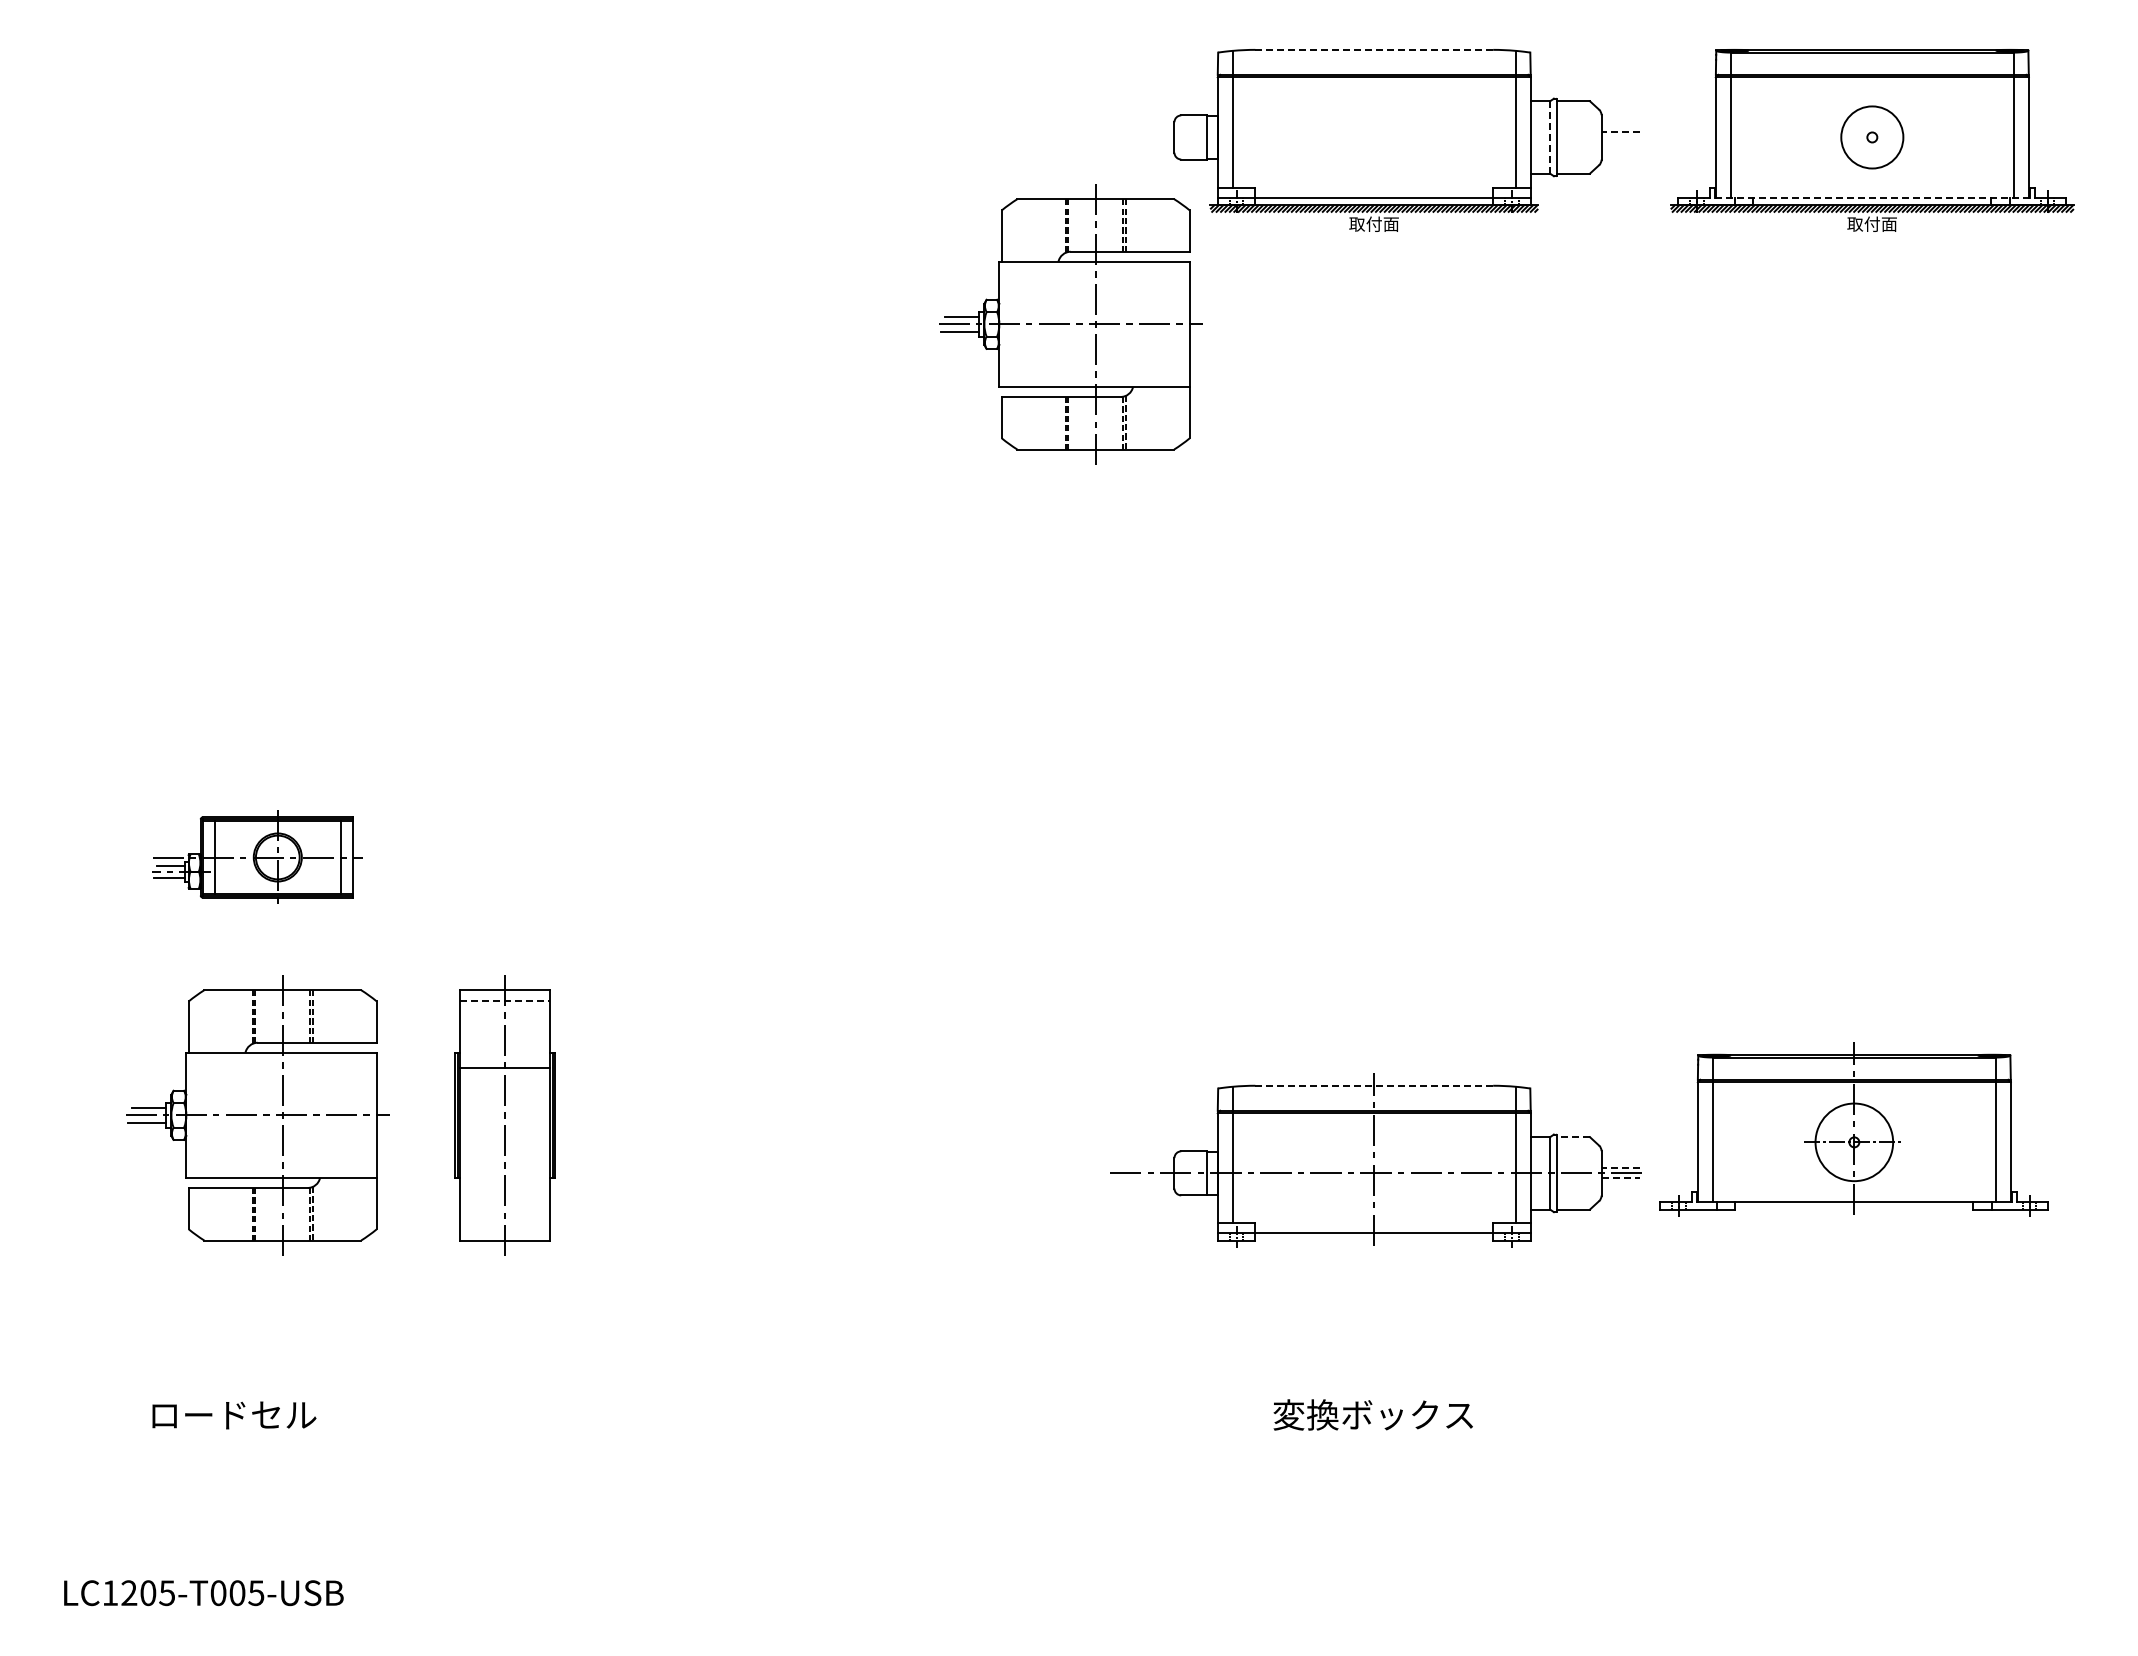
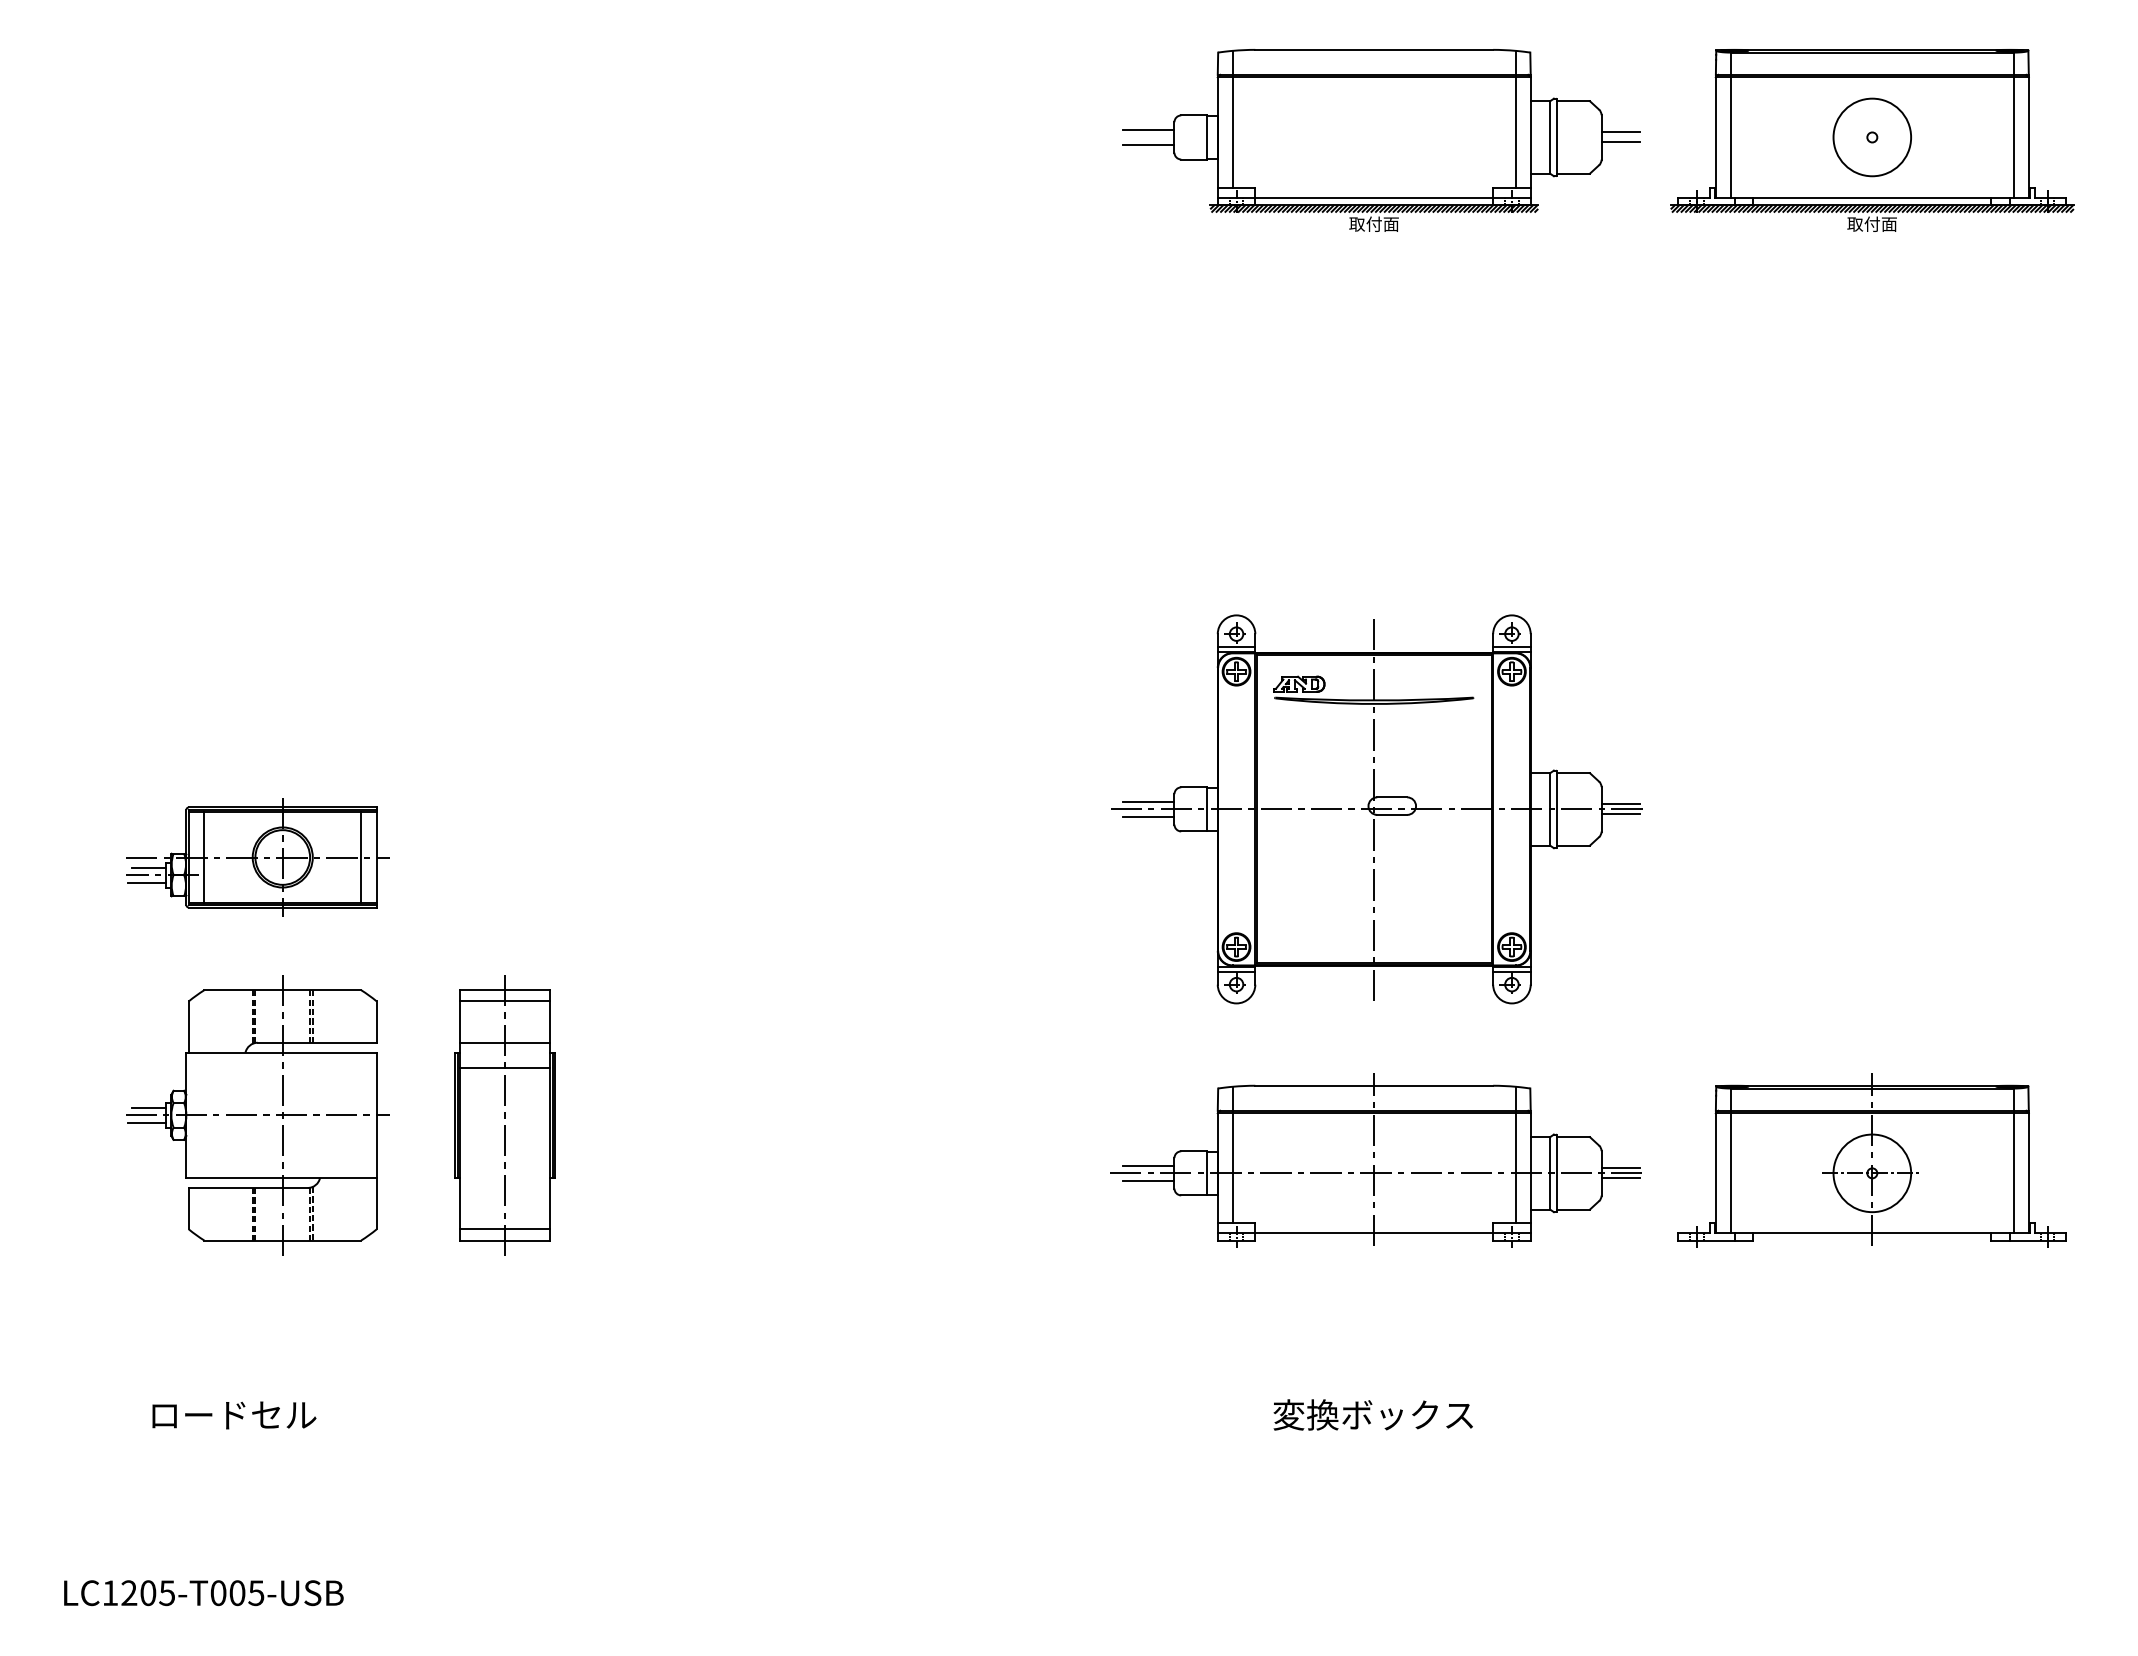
line at (1374, 49): dashed -> solid
line at (1148, 129): none -> present
line at (1620, 132): dashed -> solid
line at (1550, 137): dashed -> solid
circle at (1872, 137) diameter: 62 px -> 78 px
line at (1620, 142): none -> present
line at (1148, 144): none -> present
line at (1872, 197): dashed -> solid
part at (1070, 324): present -> none
part at (1376, 809): none -> present
part at (257, 856) size: 211x94 px -> 264x119 px
line at (505, 1001): dashed -> solid
line at (505, 1042): none -> present
line at (1374, 1085): dashed -> solid
part at (1853, 1129) position: (1853, 1129) -> (1871, 1160)
line at (1573, 1137): dashed -> solid
line at (1148, 1165): none -> present
line at (1620, 1168): dashed -> solid
line at (1621, 1178): dashed -> solid
line at (1148, 1180): none -> present
line at (505, 1229): none -> present
